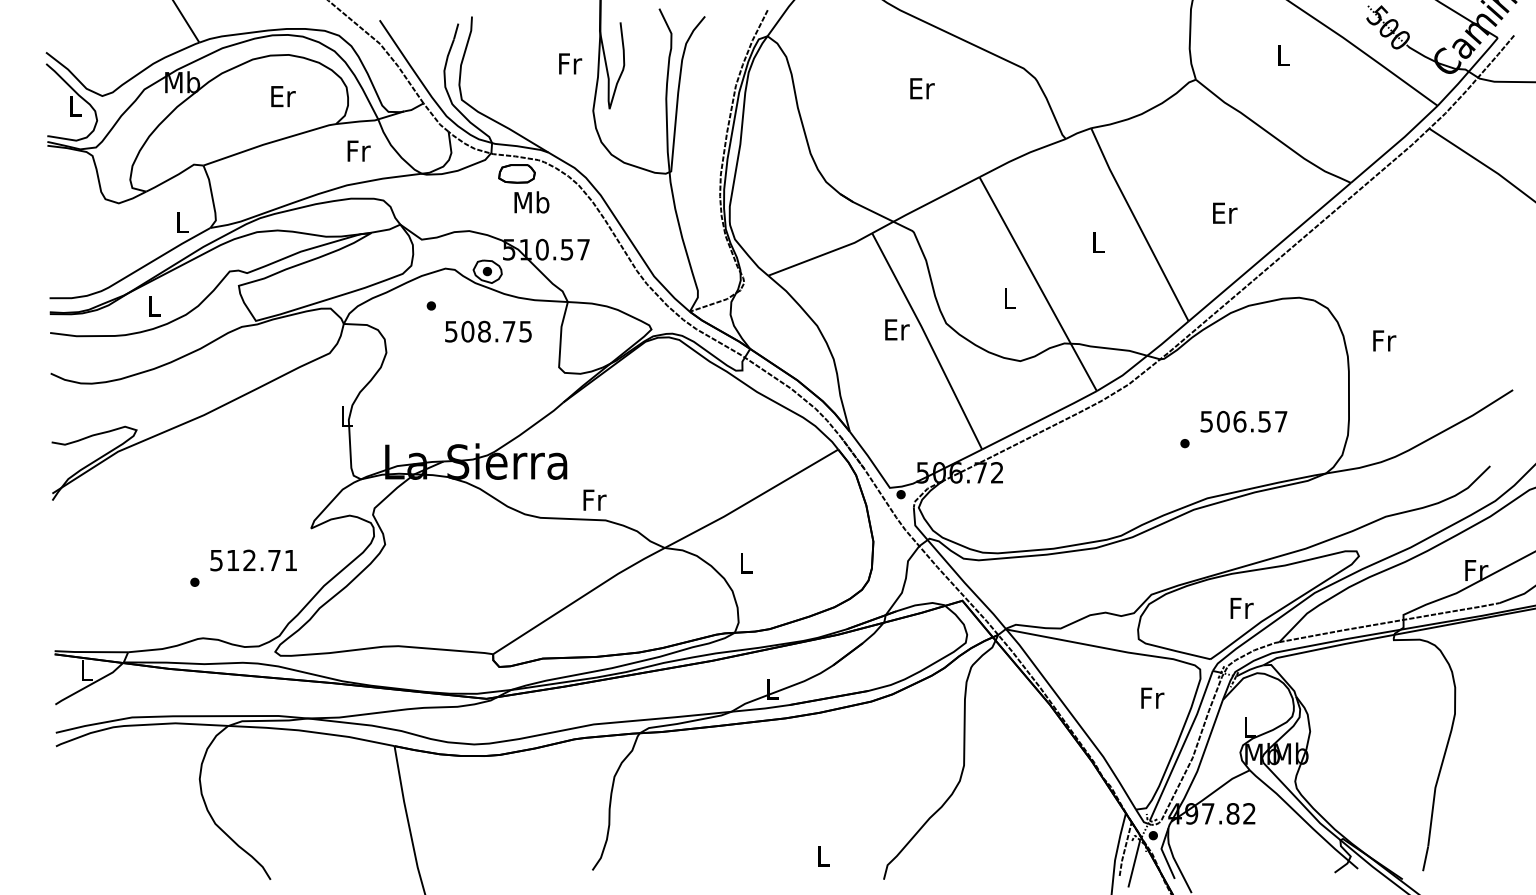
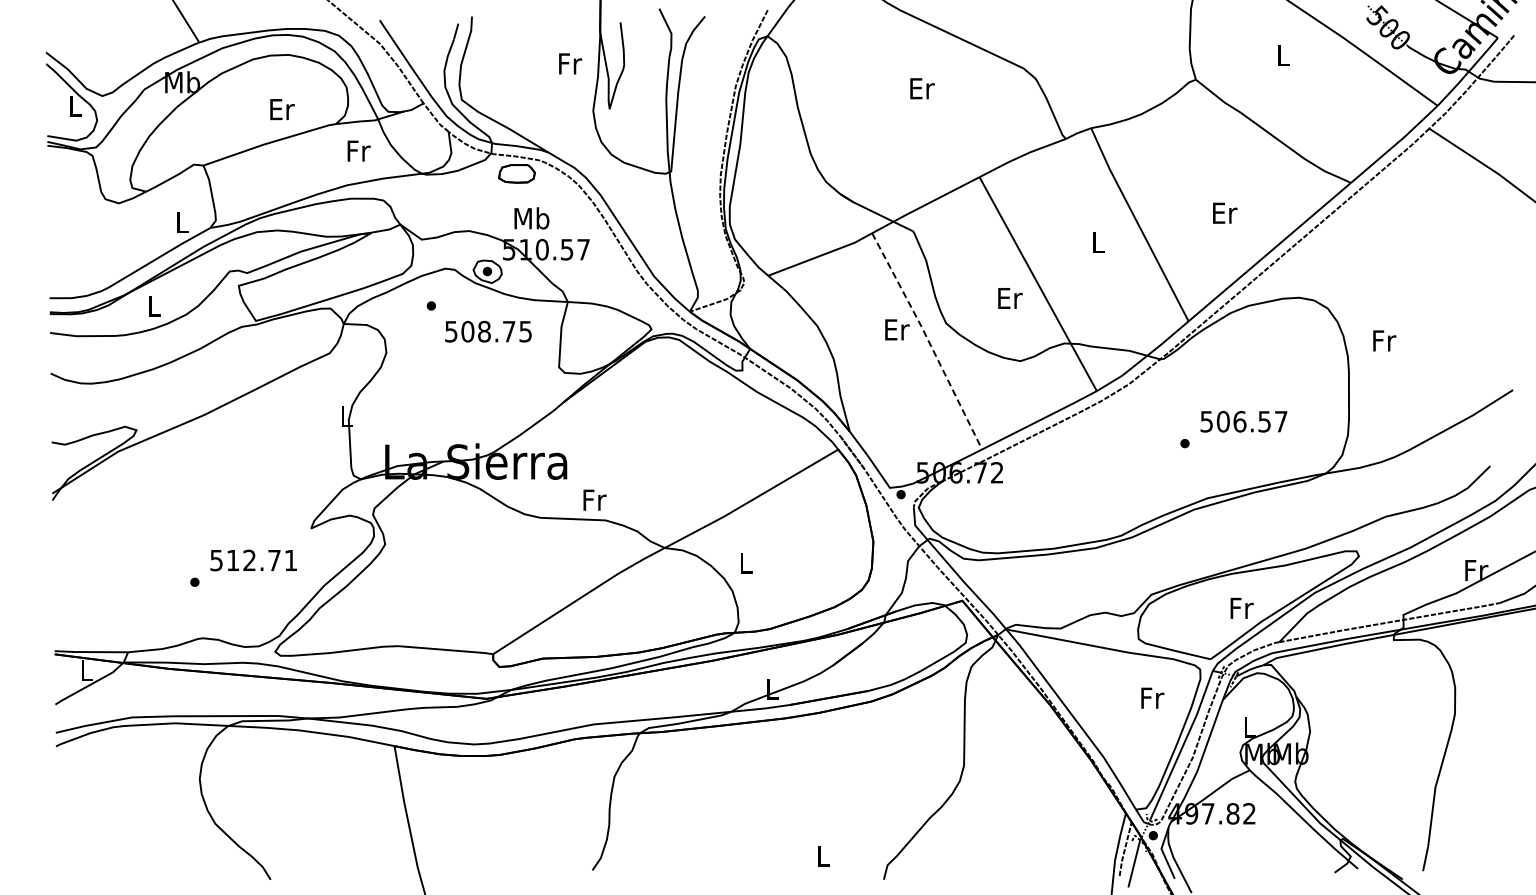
text at (283, 96) position: (283, 96) -> (282, 109)
text at (531, 202) position: (531, 202) -> (531, 218)
text at (1010, 298): L -> Er
line at (928, 340): solid -> dashed
